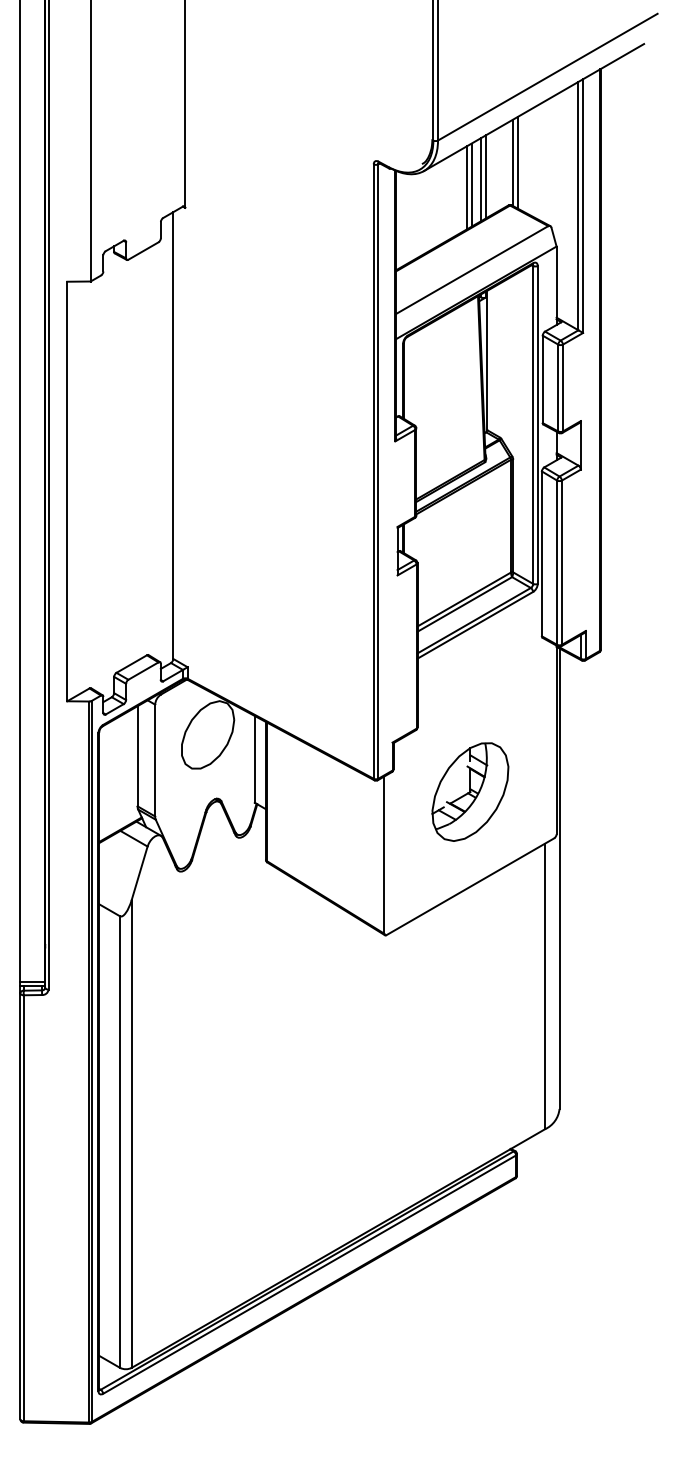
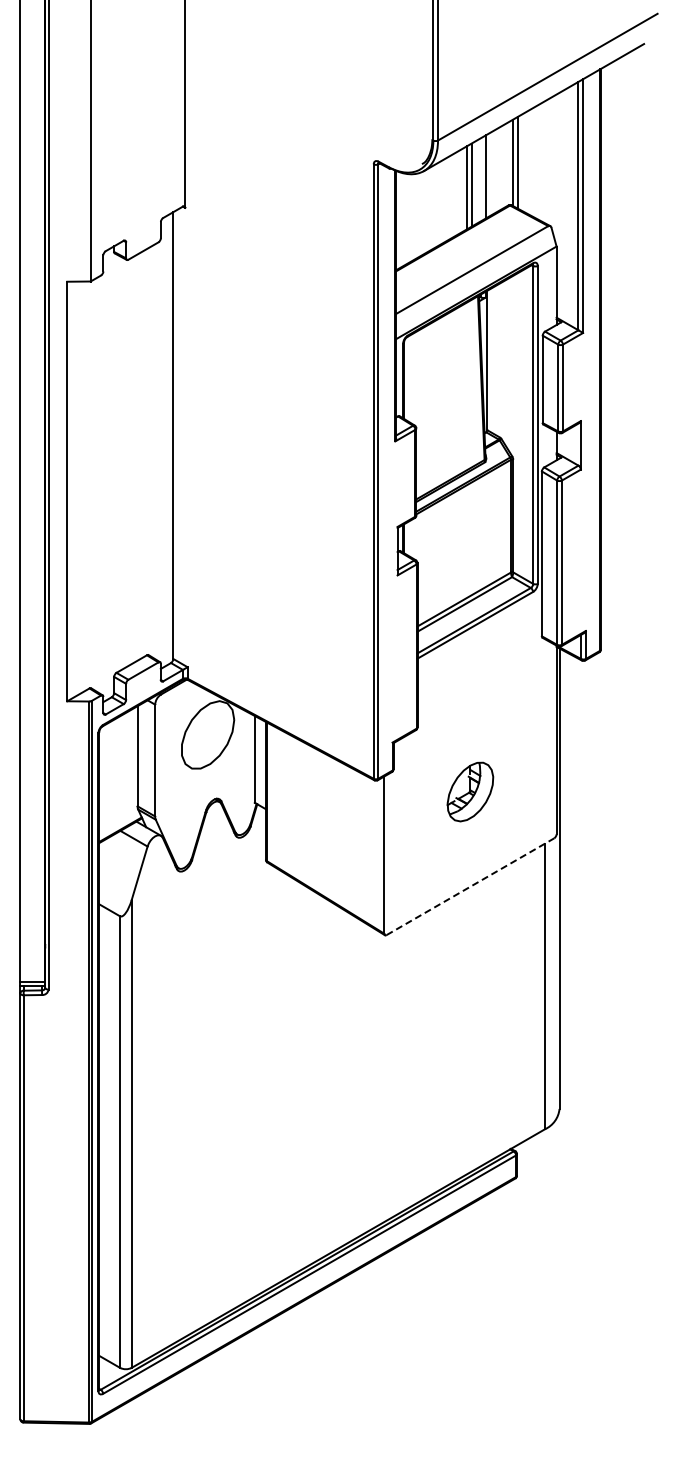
line at (481, 179): present -> none
part at (470, 791) size: 79x100 px -> 49x62 px
line at (470, 886): solid -> dashed
